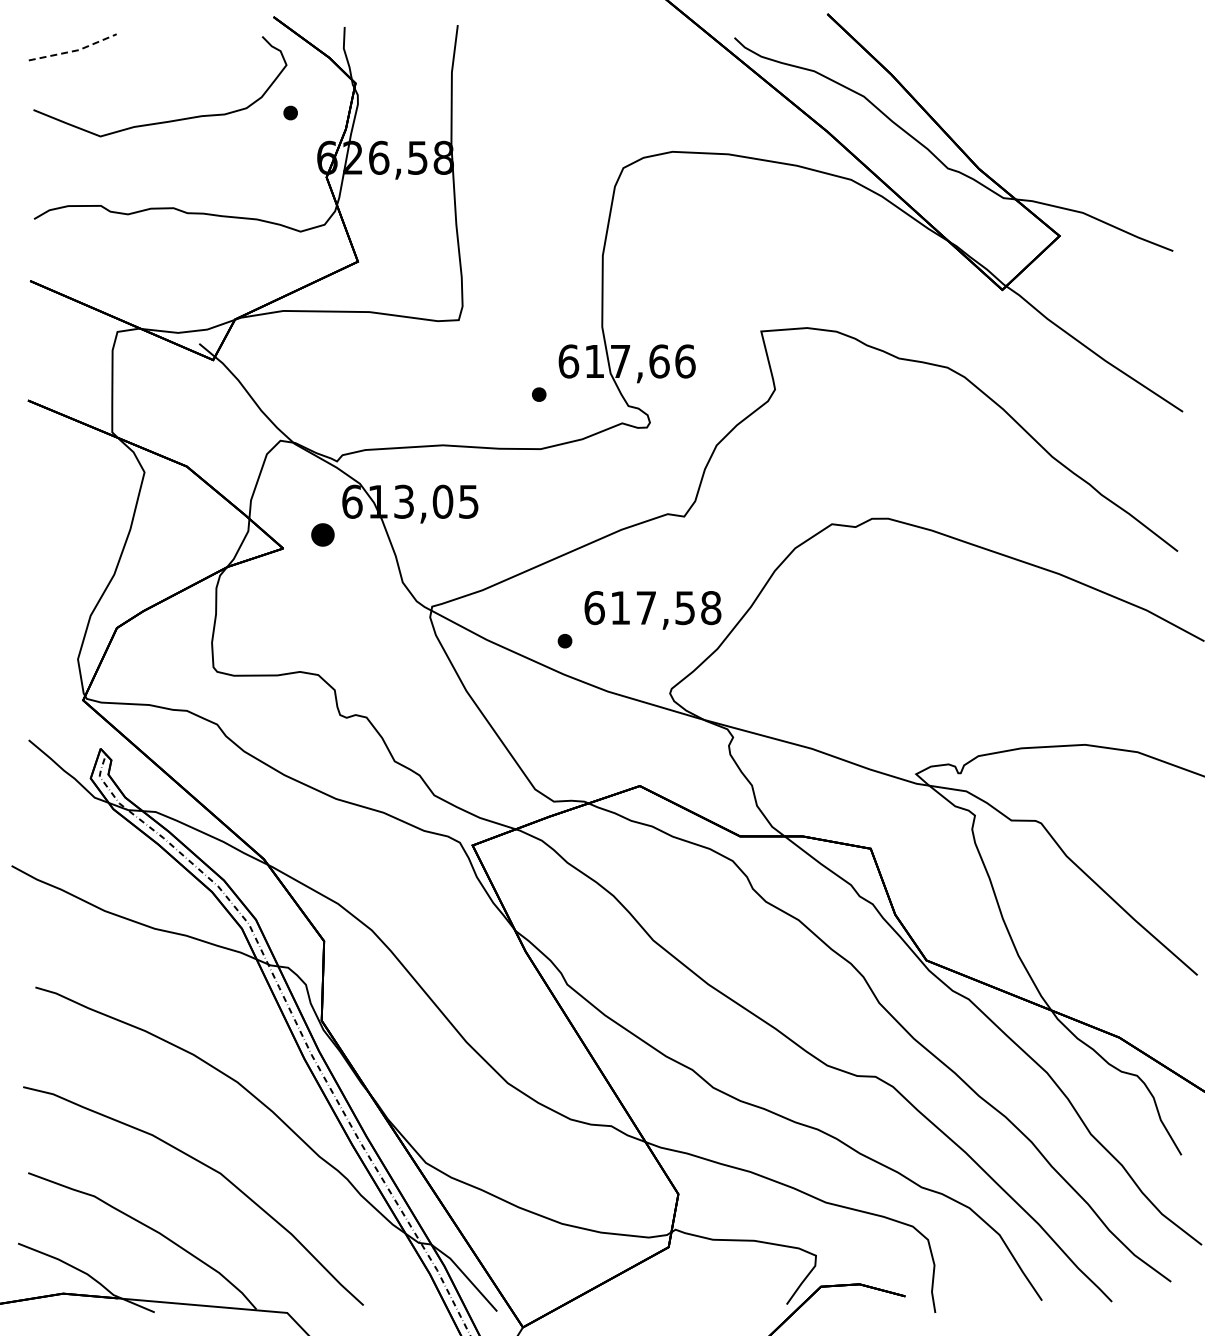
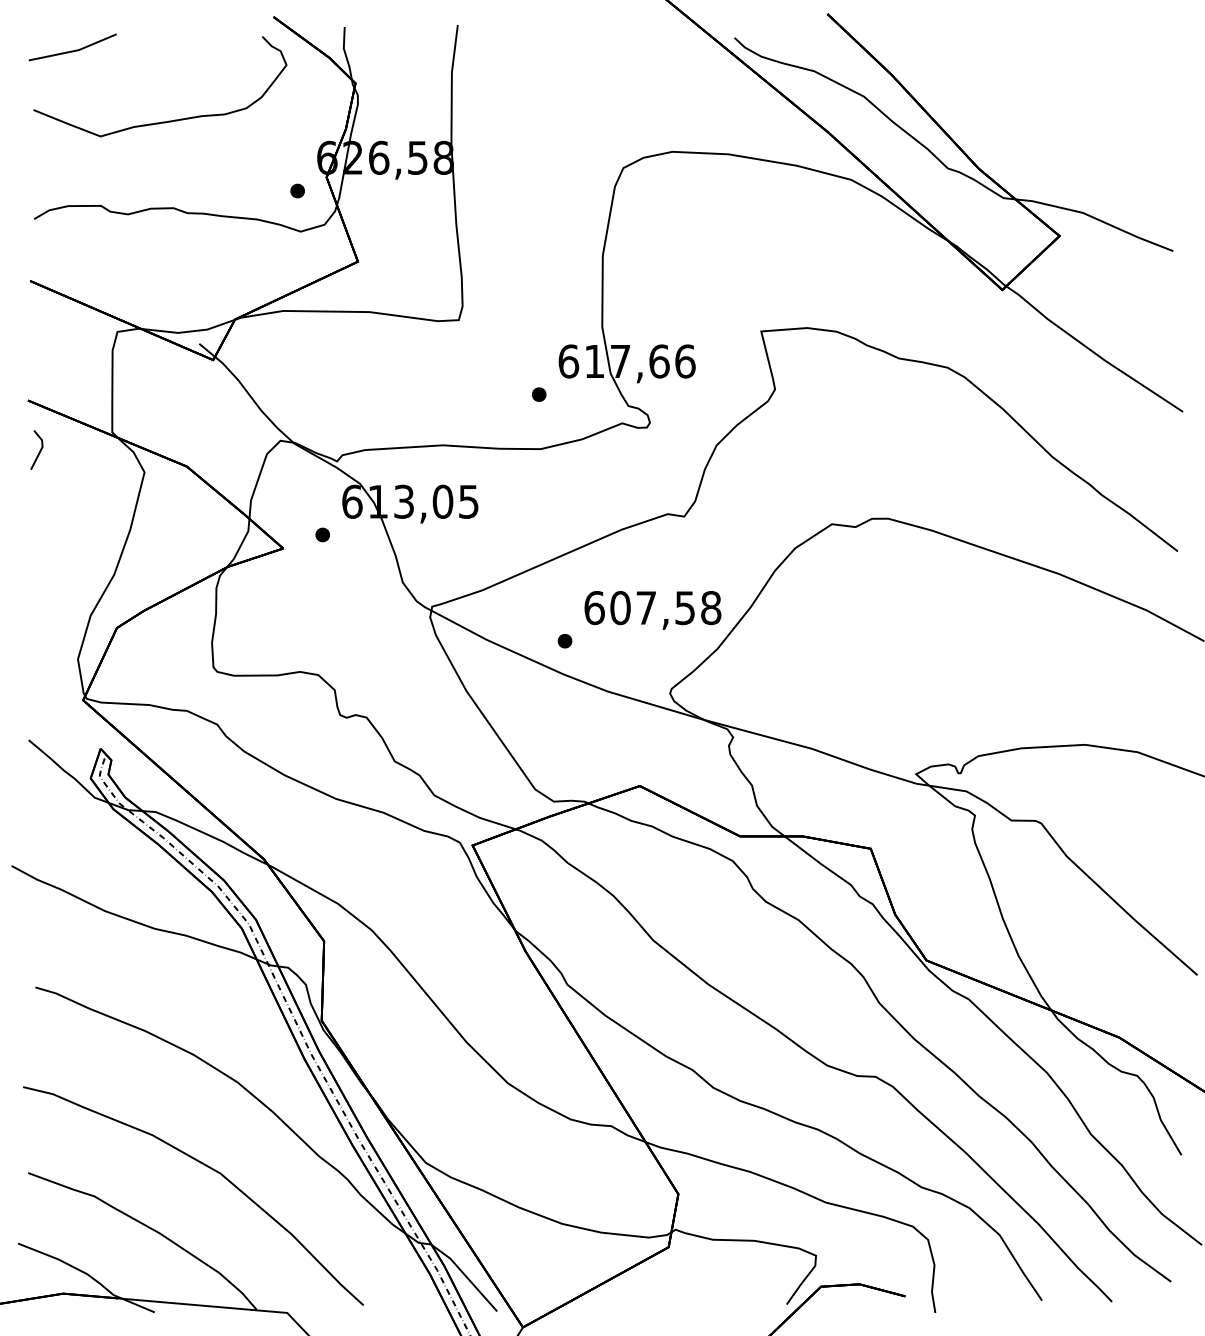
line at (74, 51): dashed -> solid
part at (290, 112) position: (290, 112) -> (297, 190)
line at (39, 450): none -> present
part at (322, 534) size: 24x24 px -> 15x16 px
text at (620, 608): 617,58 -> 607,58
